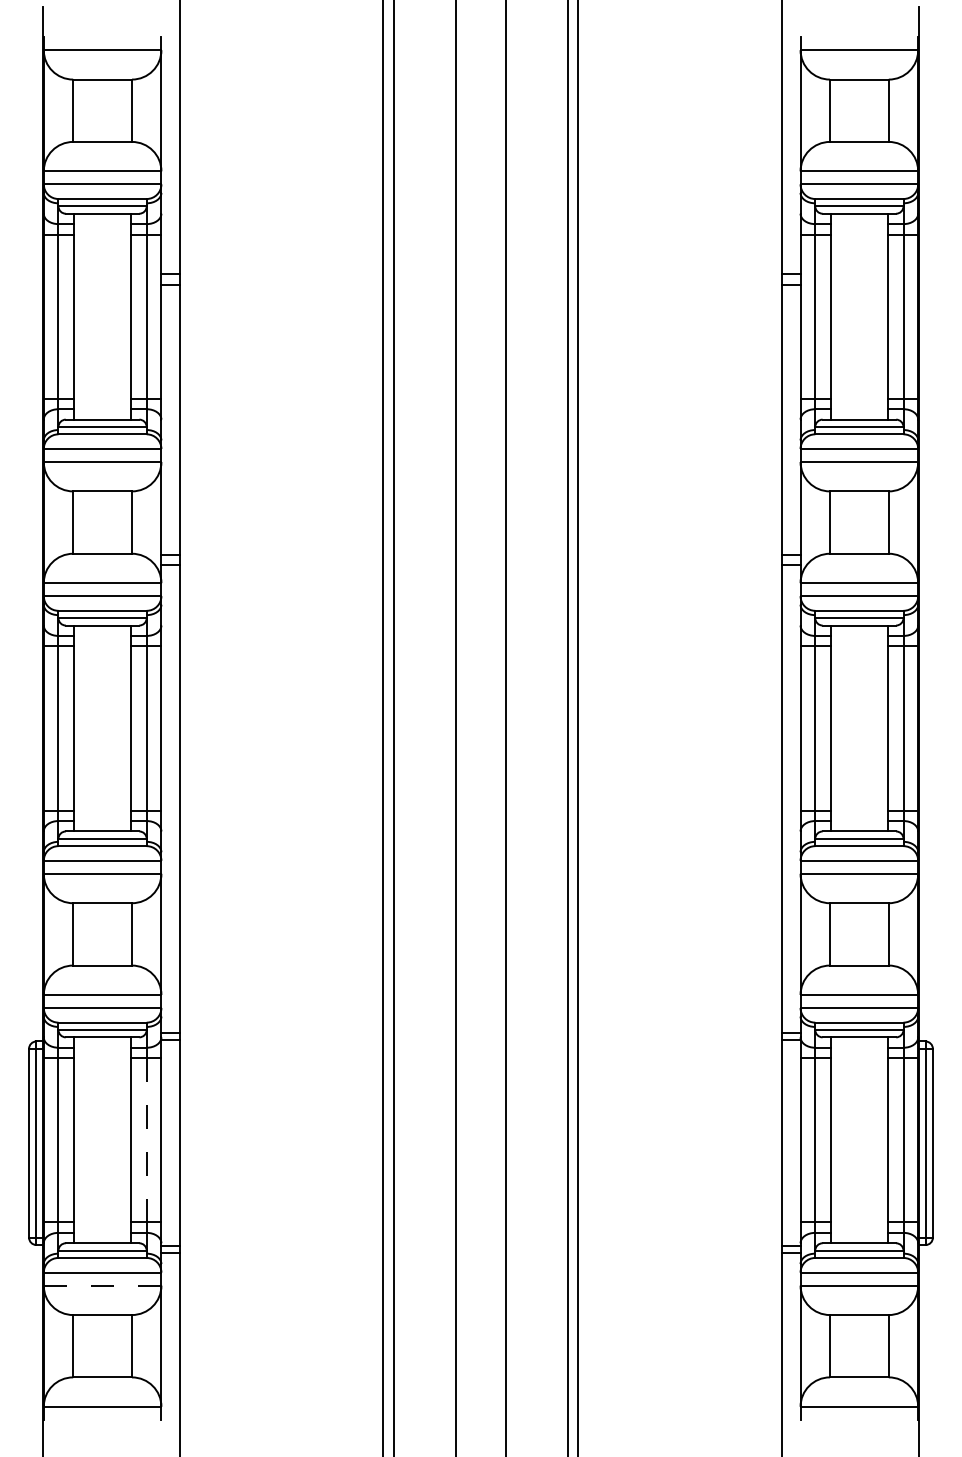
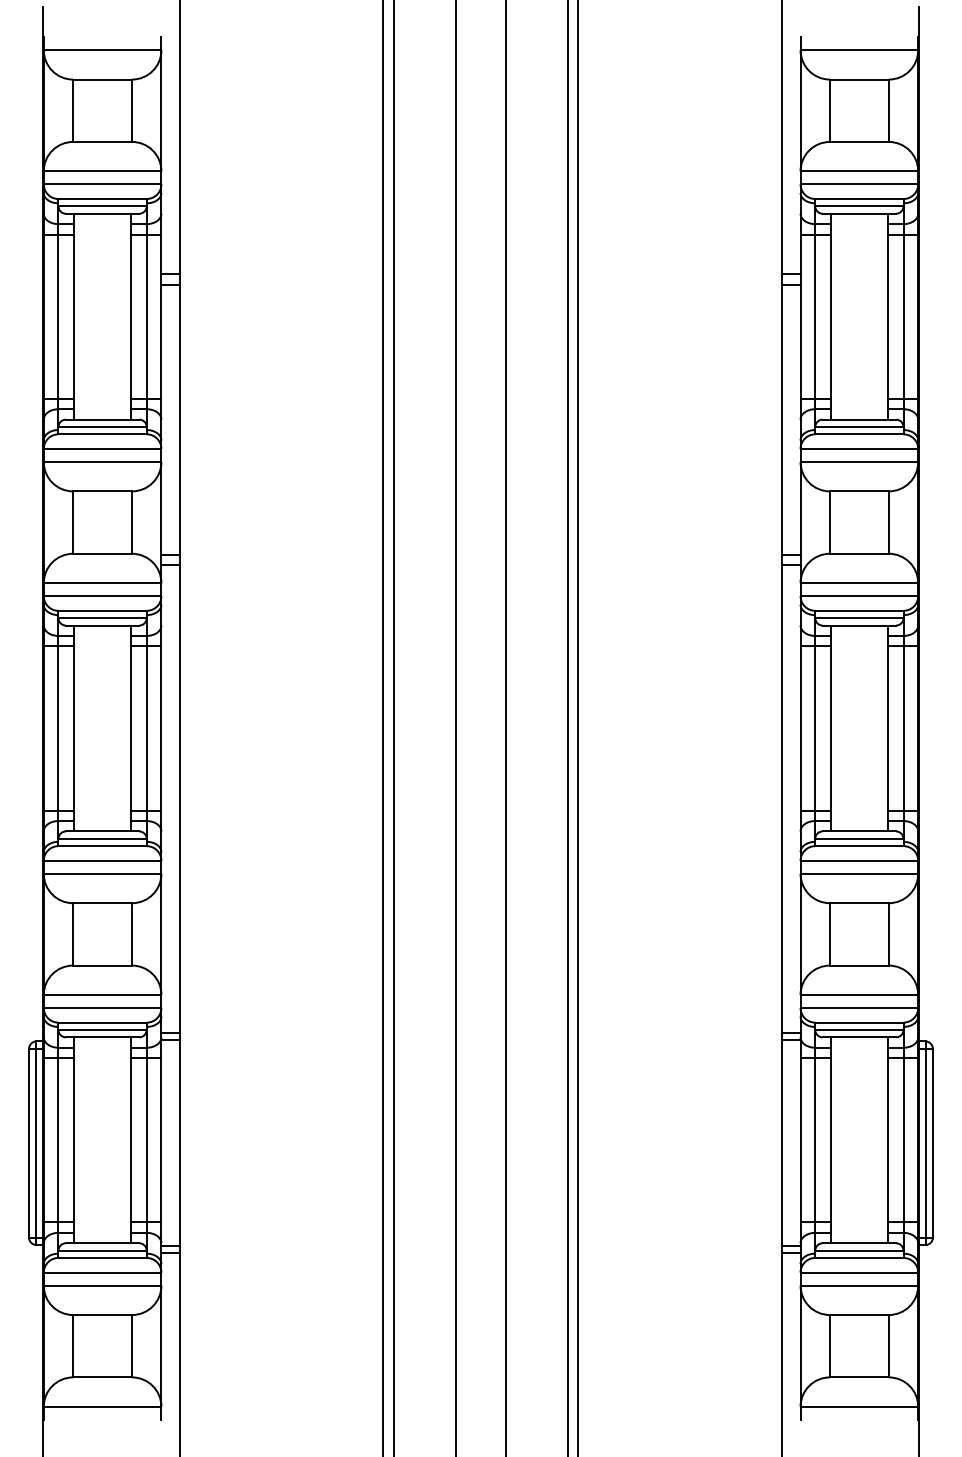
line at (146, 1140): dashed -> solid
line at (102, 1285): dashed -> solid
